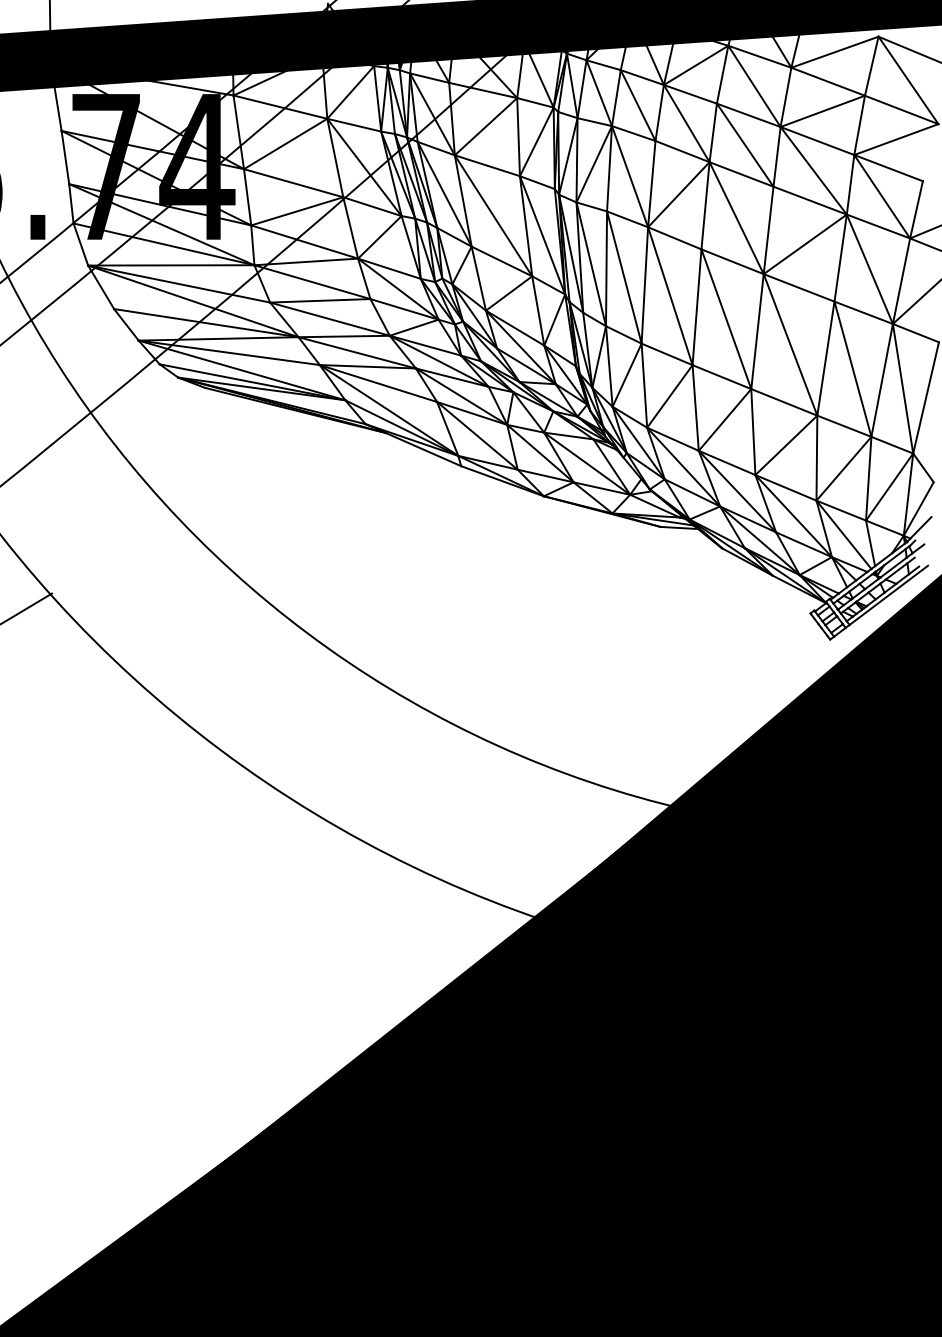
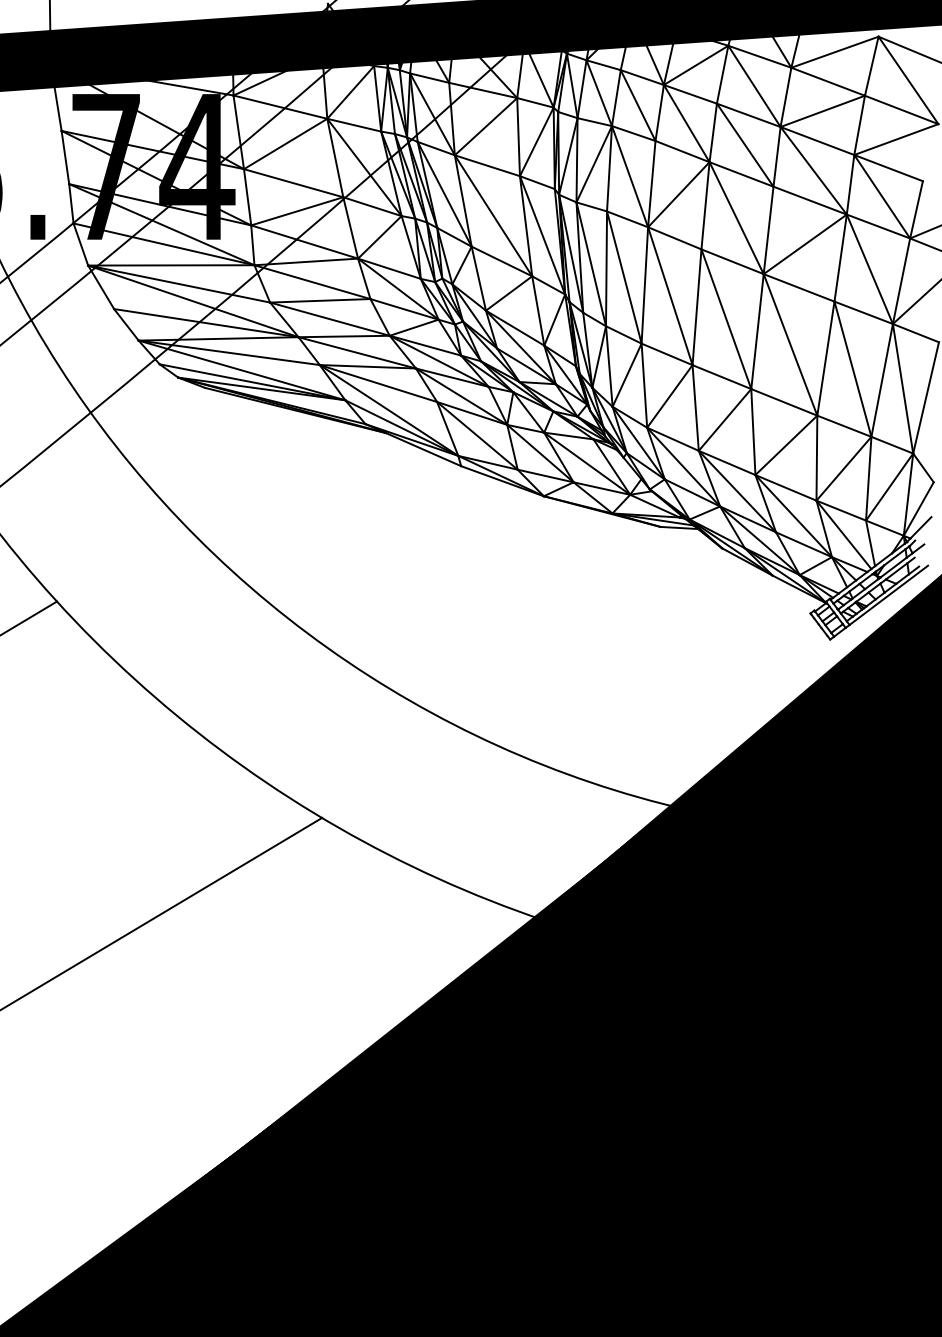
line at (26, 608) position: (26, 608) -> (29, 617)
line at (162, 912): none -> present
